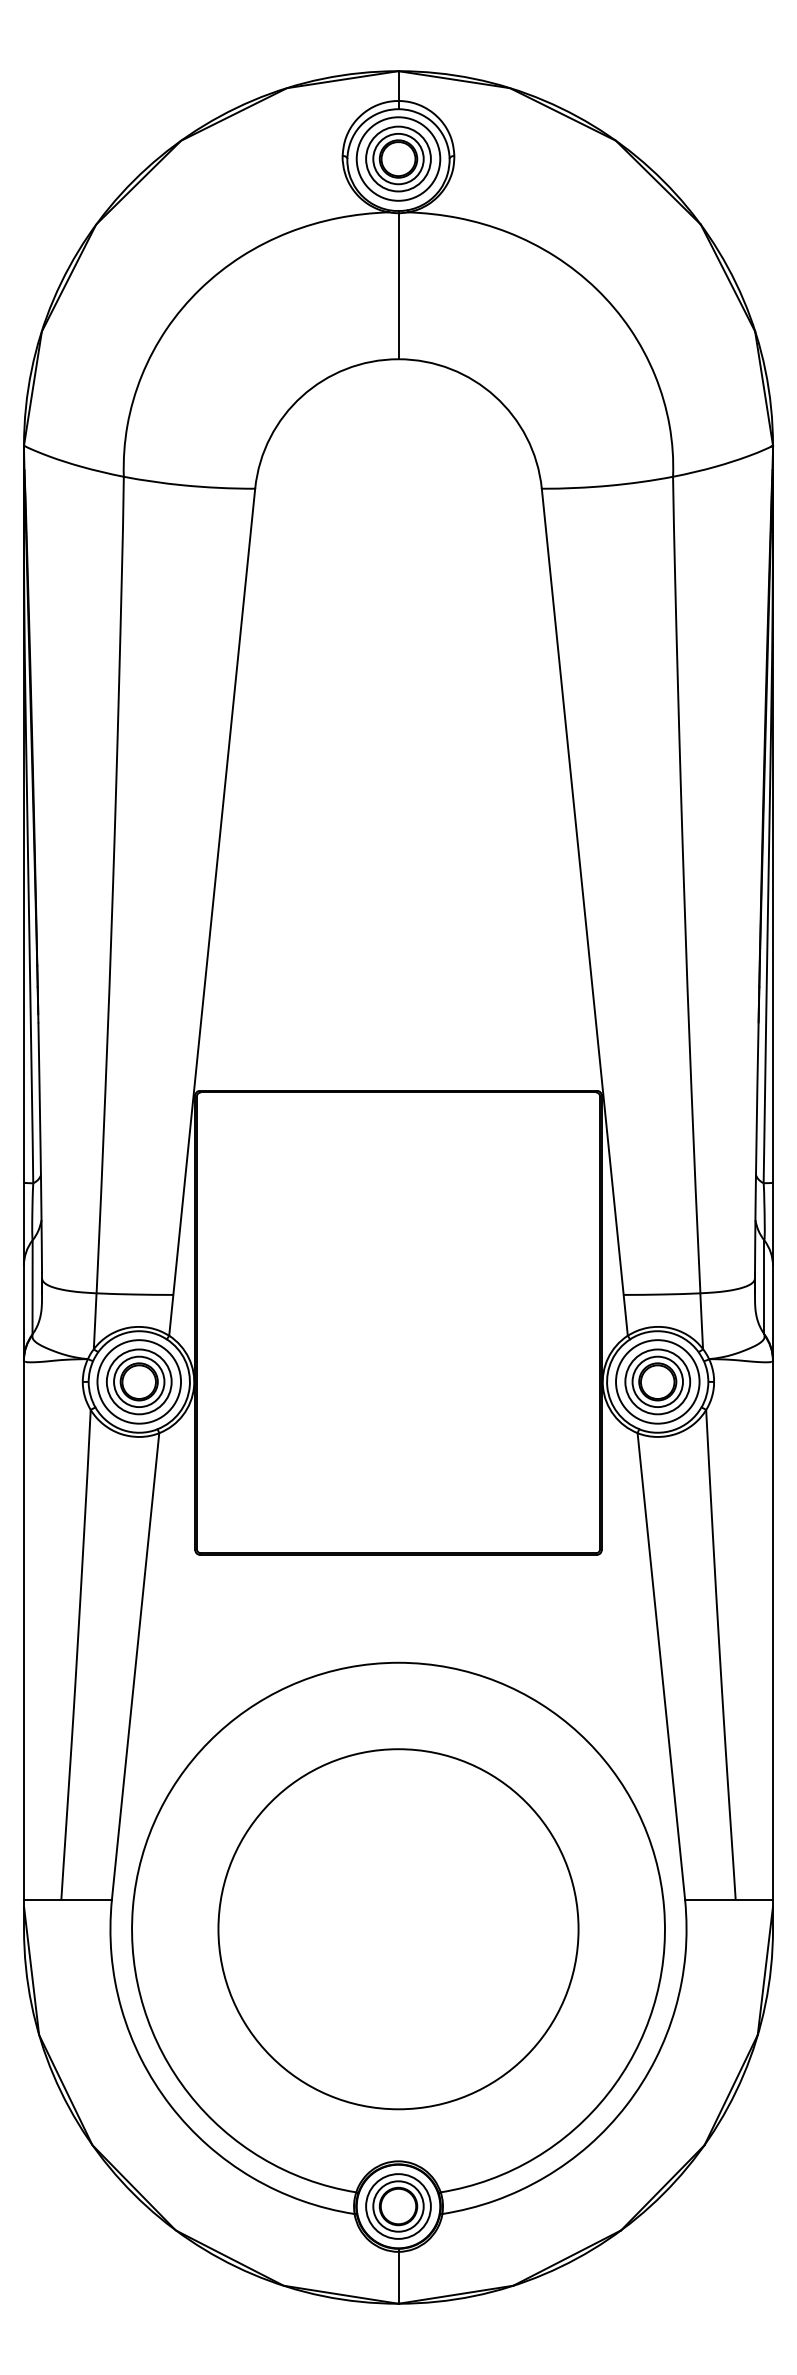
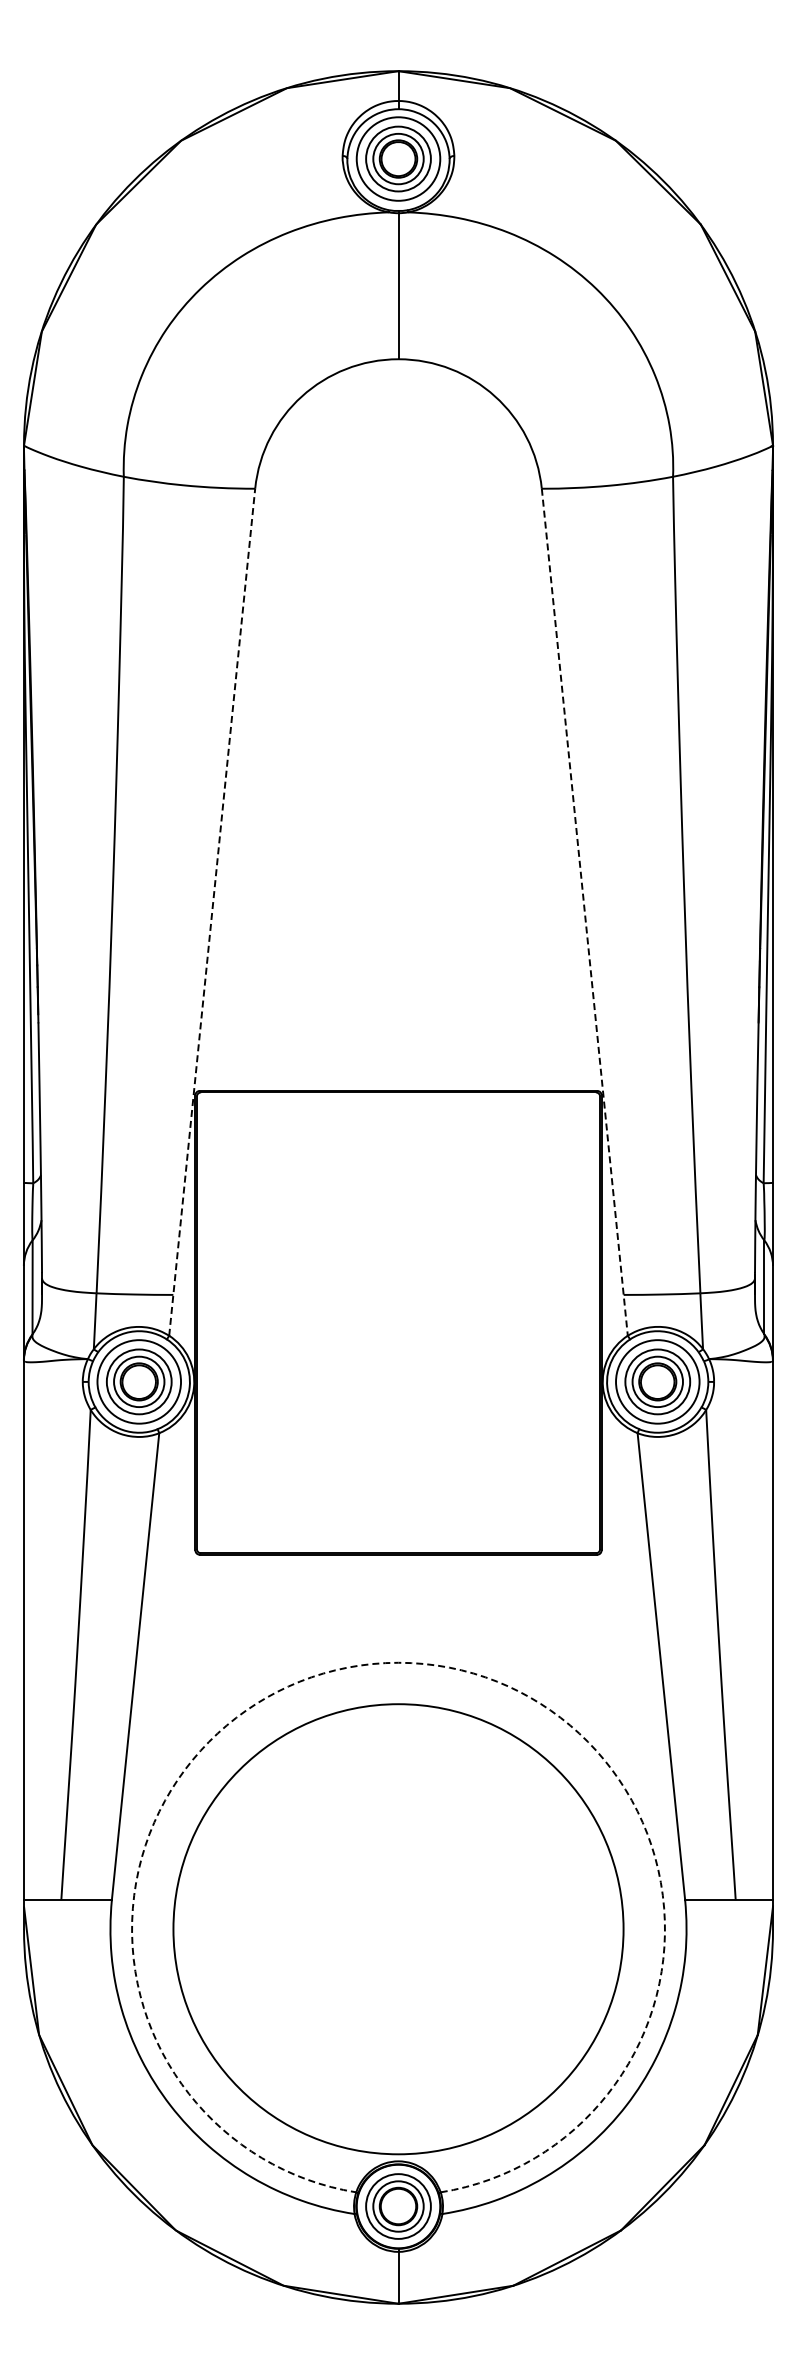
line at (212, 912): solid -> dashed
line at (584, 912): solid -> dashed
arc at (398, 1662): solid -> dashed
circle at (398, 1929) diameter: 360 px -> 450 px
